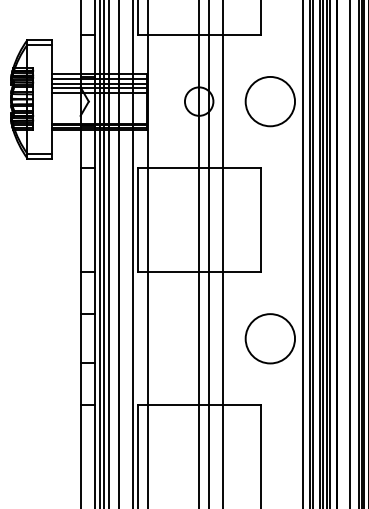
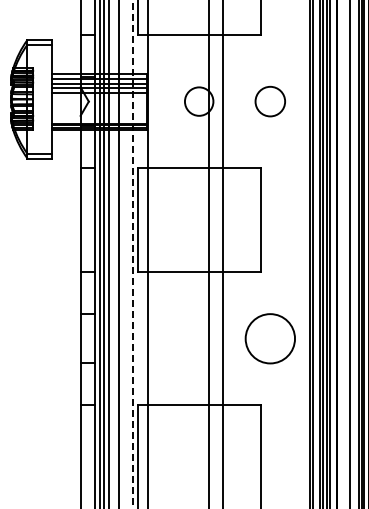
circle at (270, 101) diameter: 49 px -> 30 px
line at (199, 253): present -> none
line at (303, 253): present -> none
line at (132, 254): solid -> dashed
